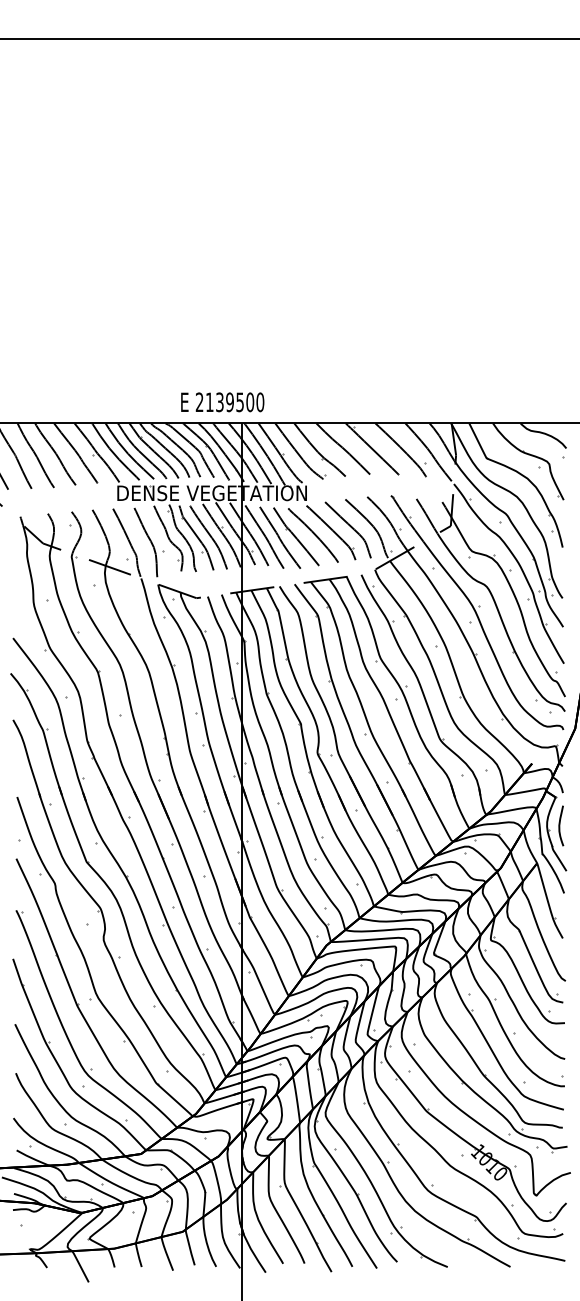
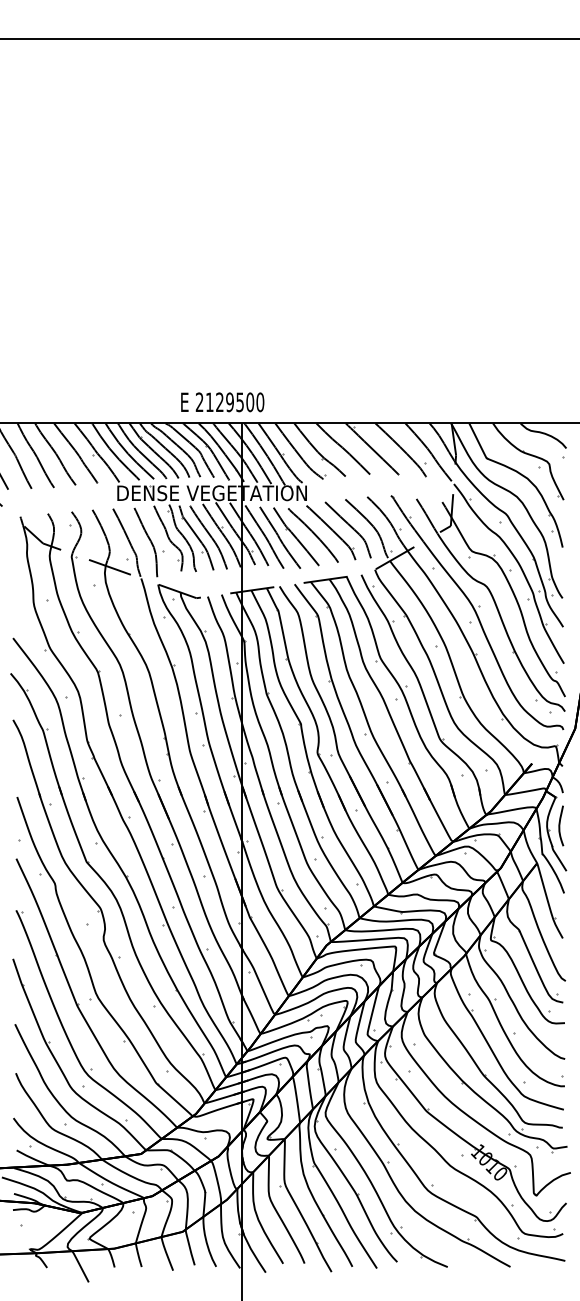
text at (219, 402): 2139500 -> 2129500
